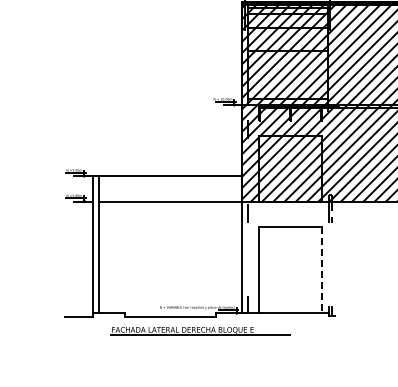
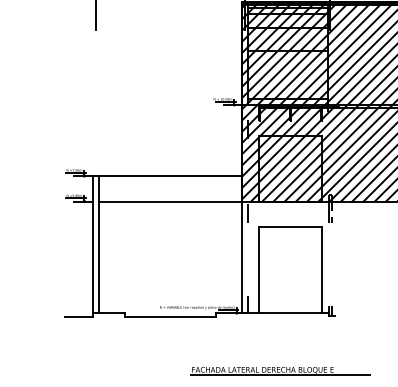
line at (96, 16): none -> present
line at (321, 270): dashed -> solid
part at (200, 331) position: (200, 331) -> (280, 371)
